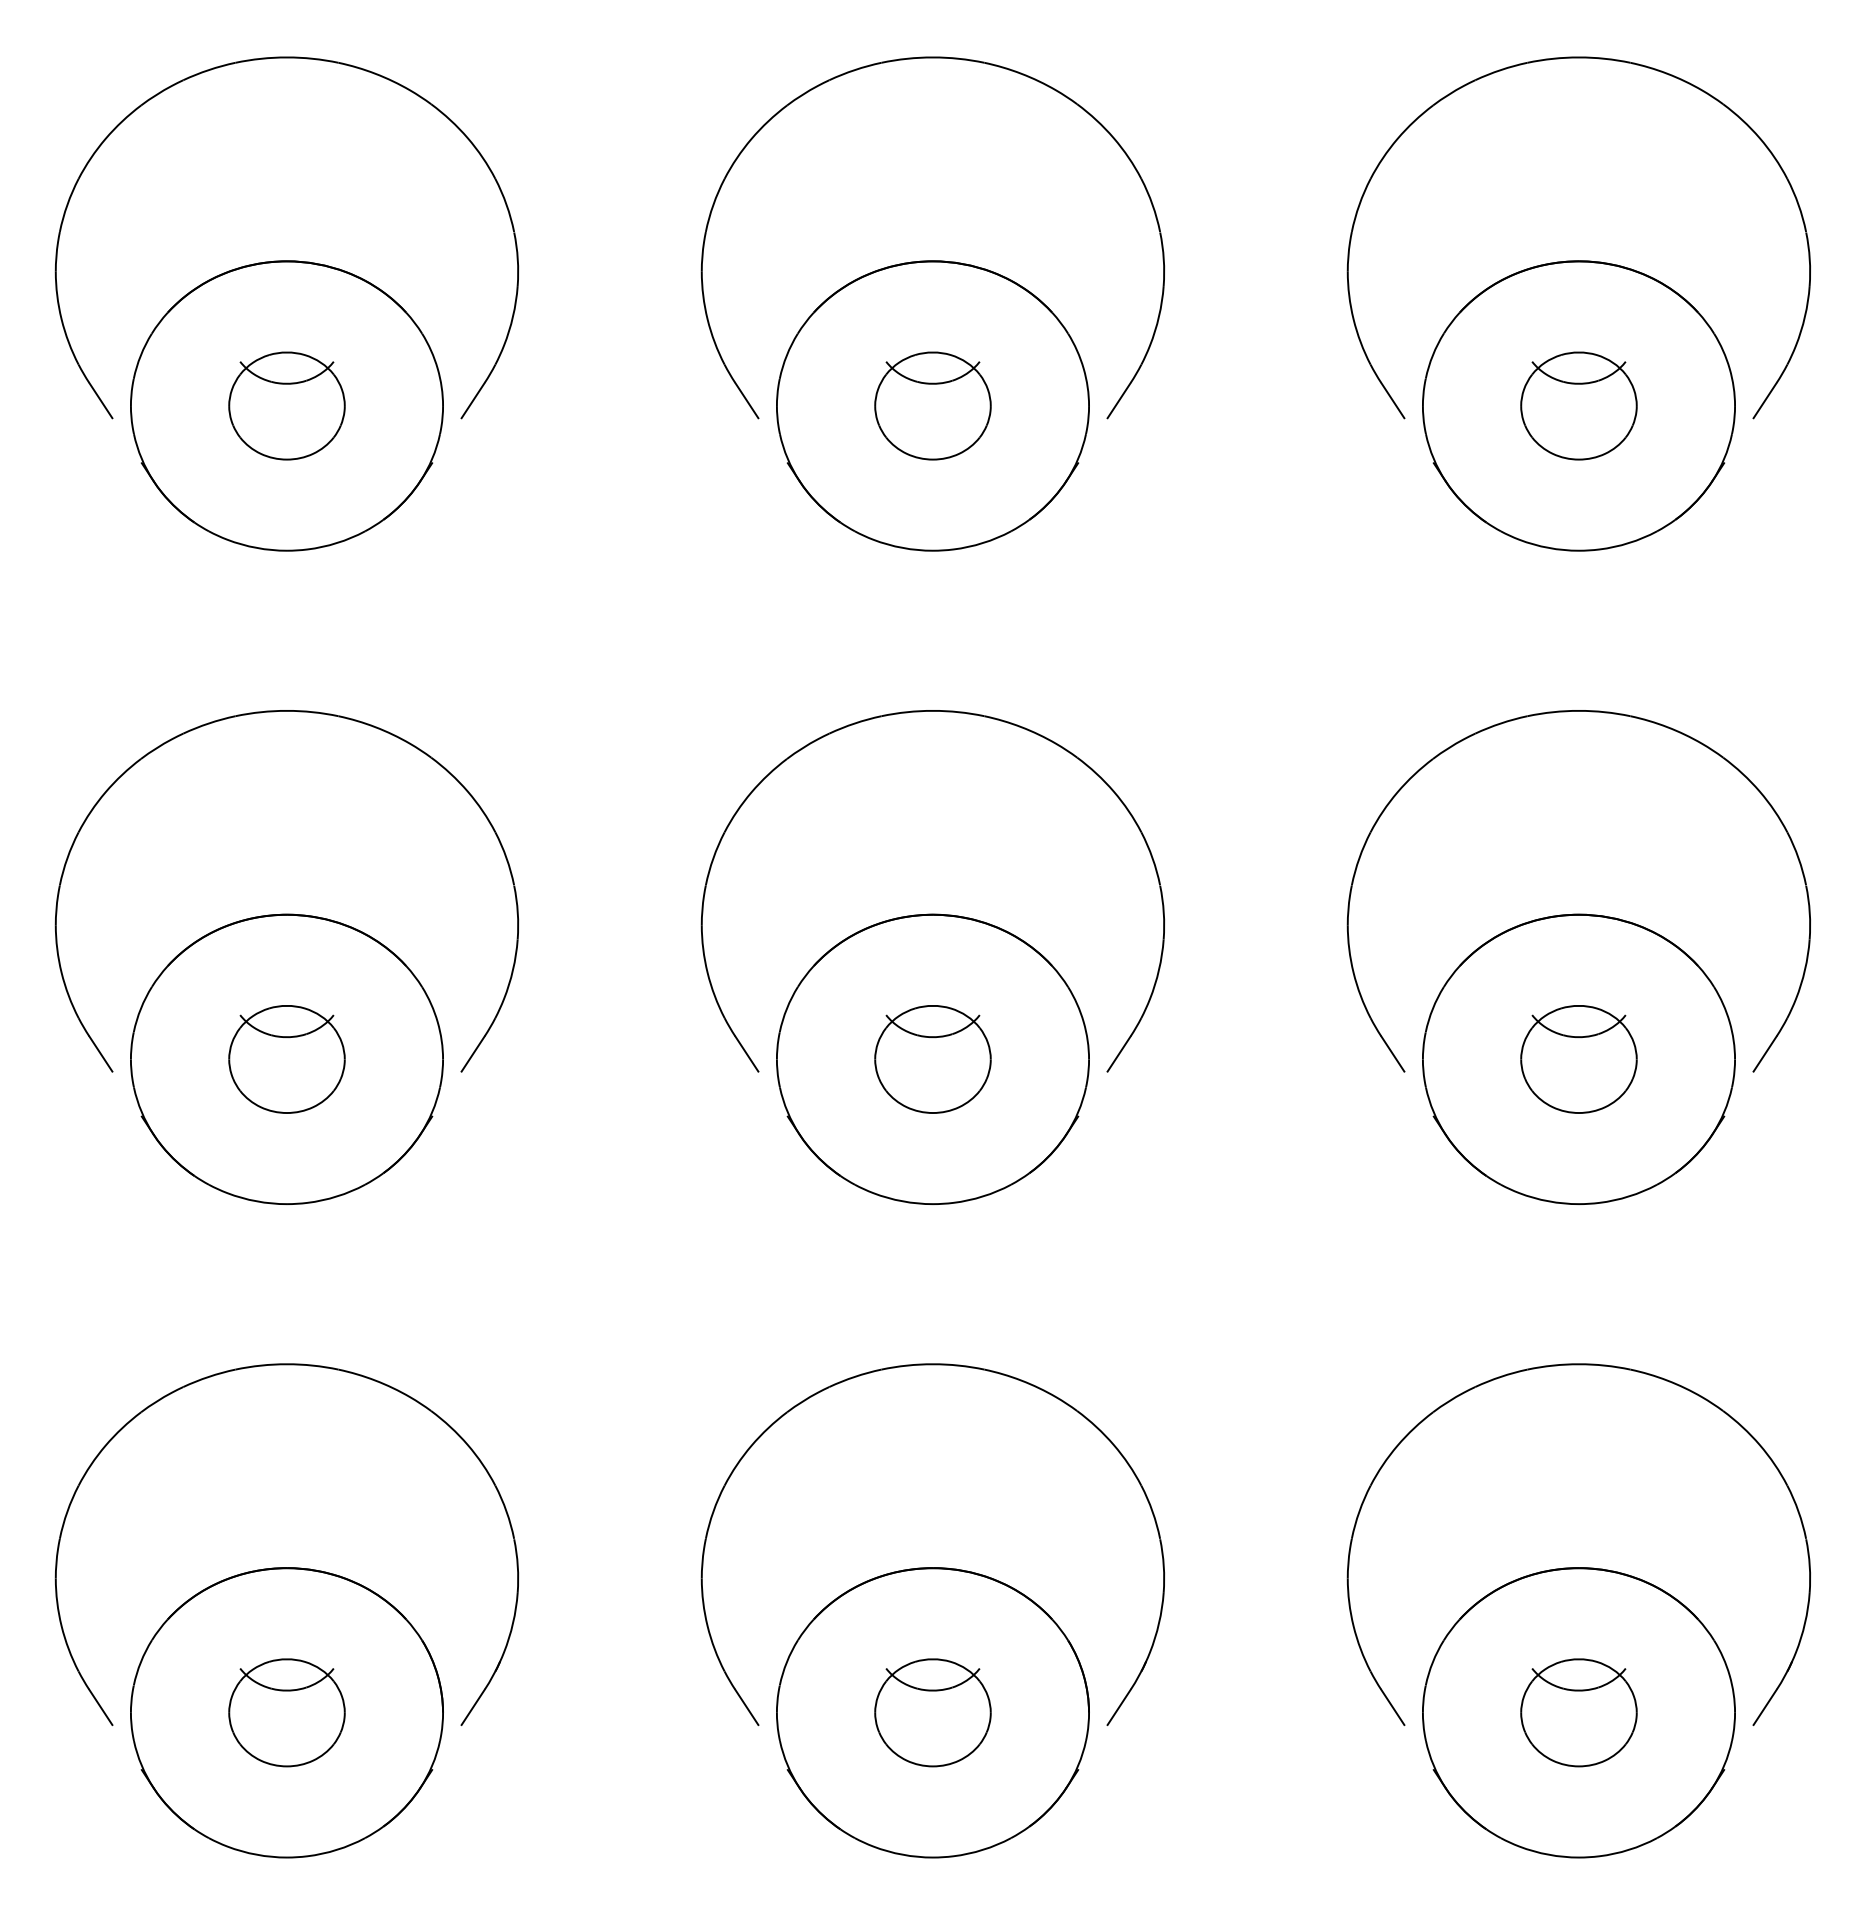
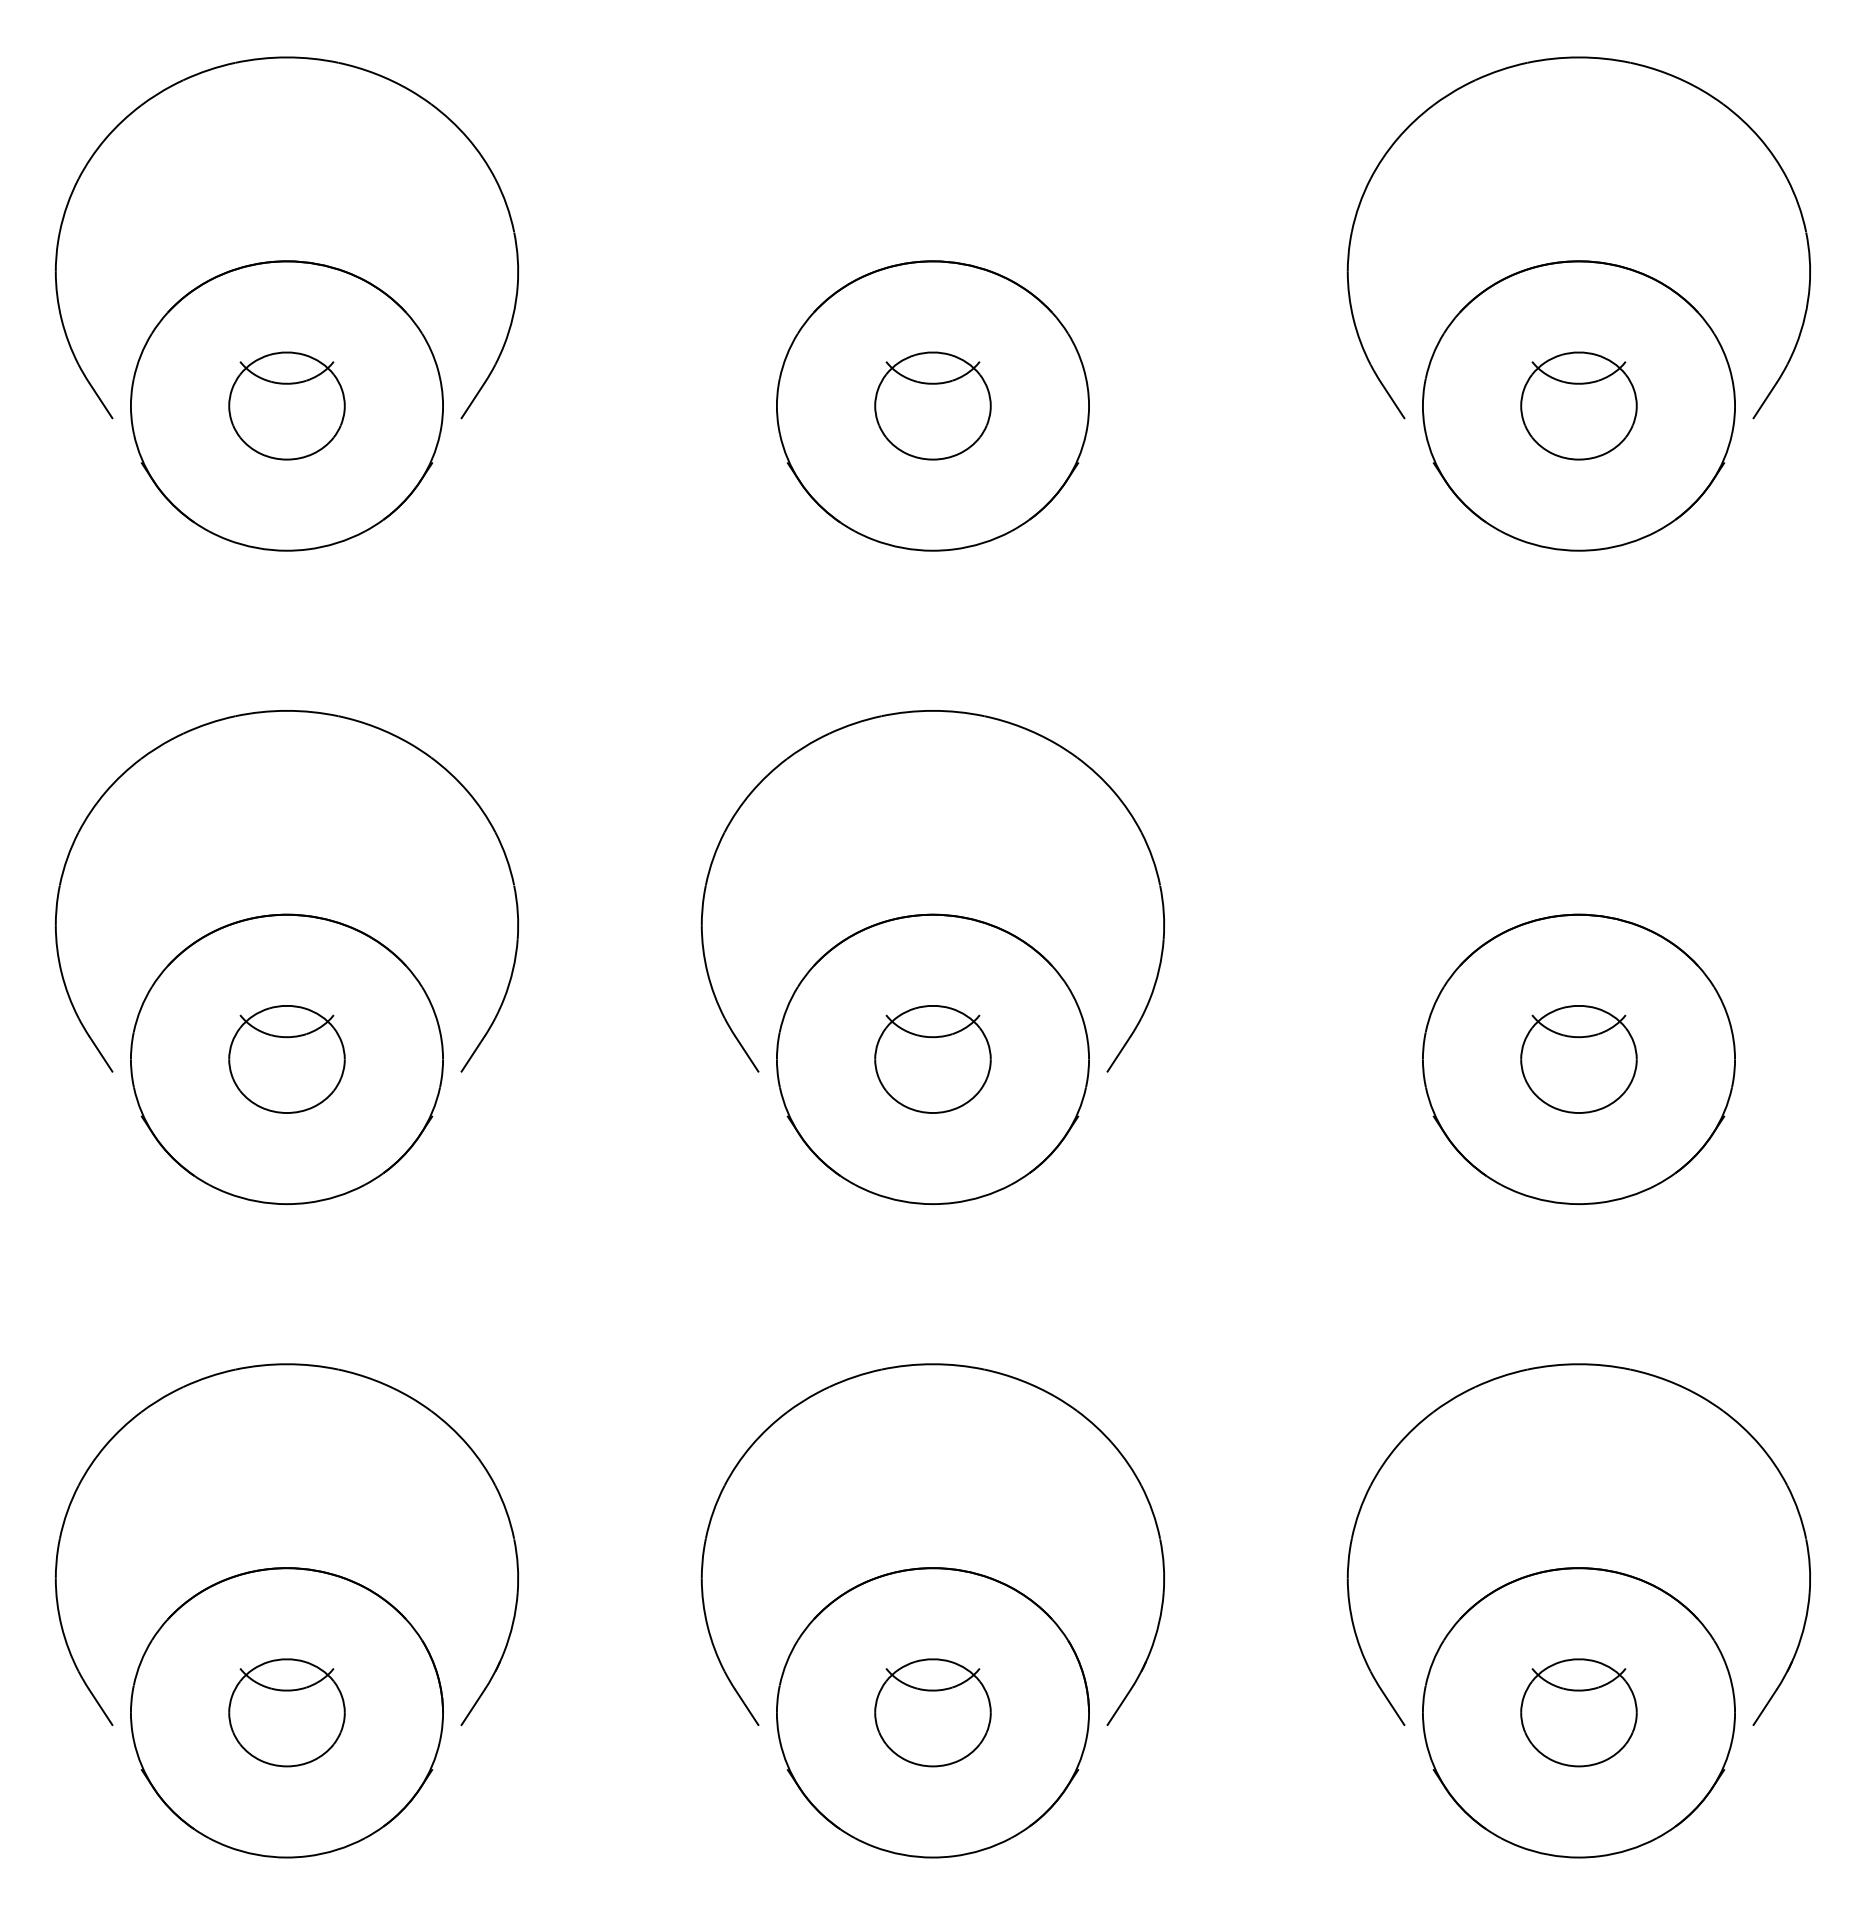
part at (932, 58): present -> none
part at (1566, 712): present -> none
